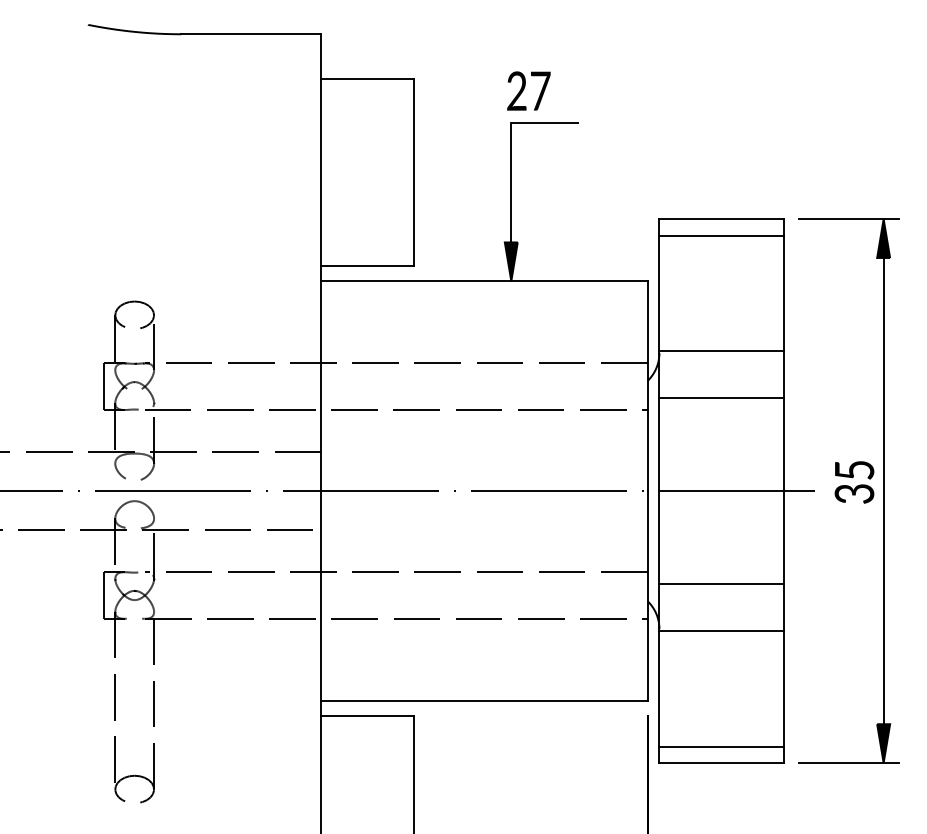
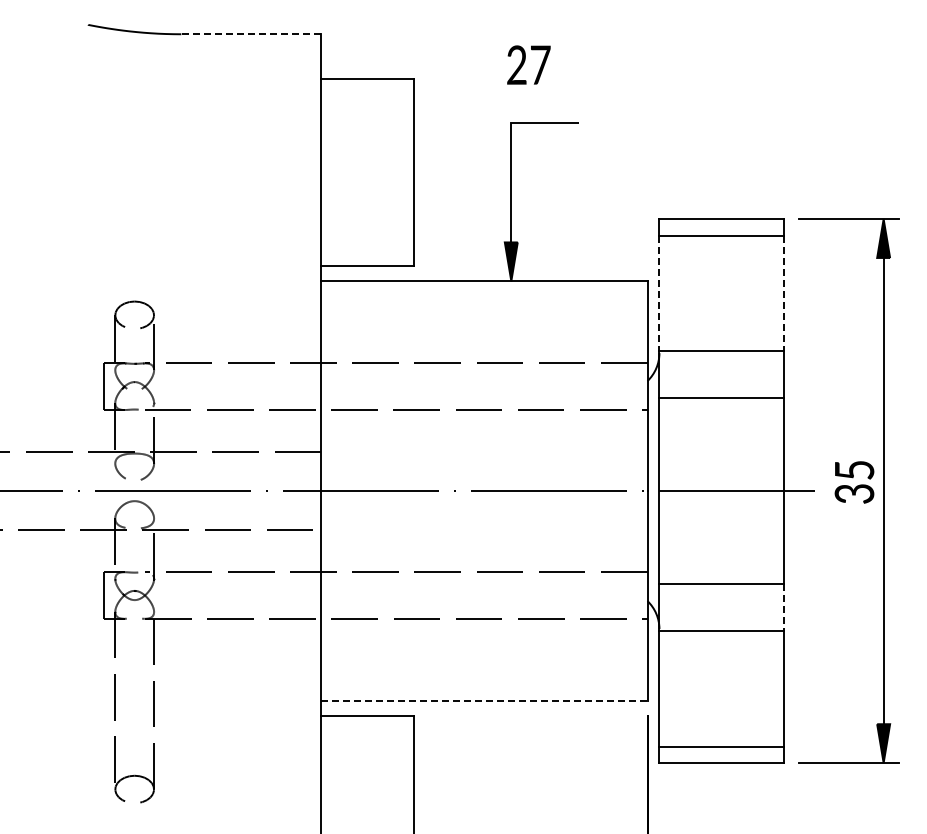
line at (251, 34): solid -> dashed
text at (528, 90) position: (528, 90) -> (528, 64)
line at (659, 293): solid -> dashed
line at (783, 293): solid -> dashed
line at (783, 608): solid -> dashed
line at (484, 700): solid -> dashed
